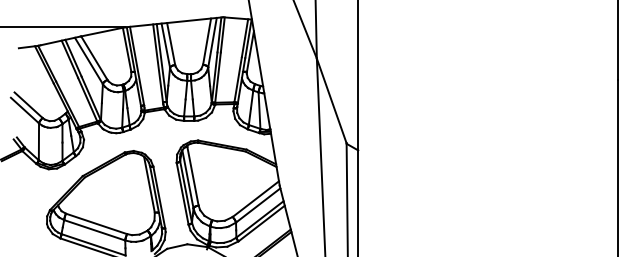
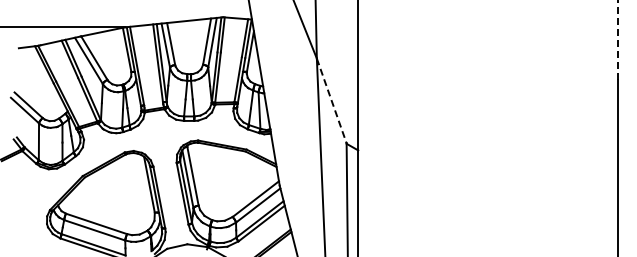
line at (617, 40): solid -> dashed
line at (331, 100): solid -> dashed
